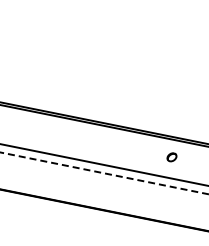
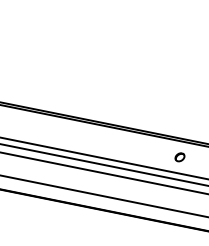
part at (171, 157) position: (171, 157) -> (179, 157)
line at (103, 158): none -> present
line at (104, 173): dashed -> solid
line at (103, 195): none -> present
